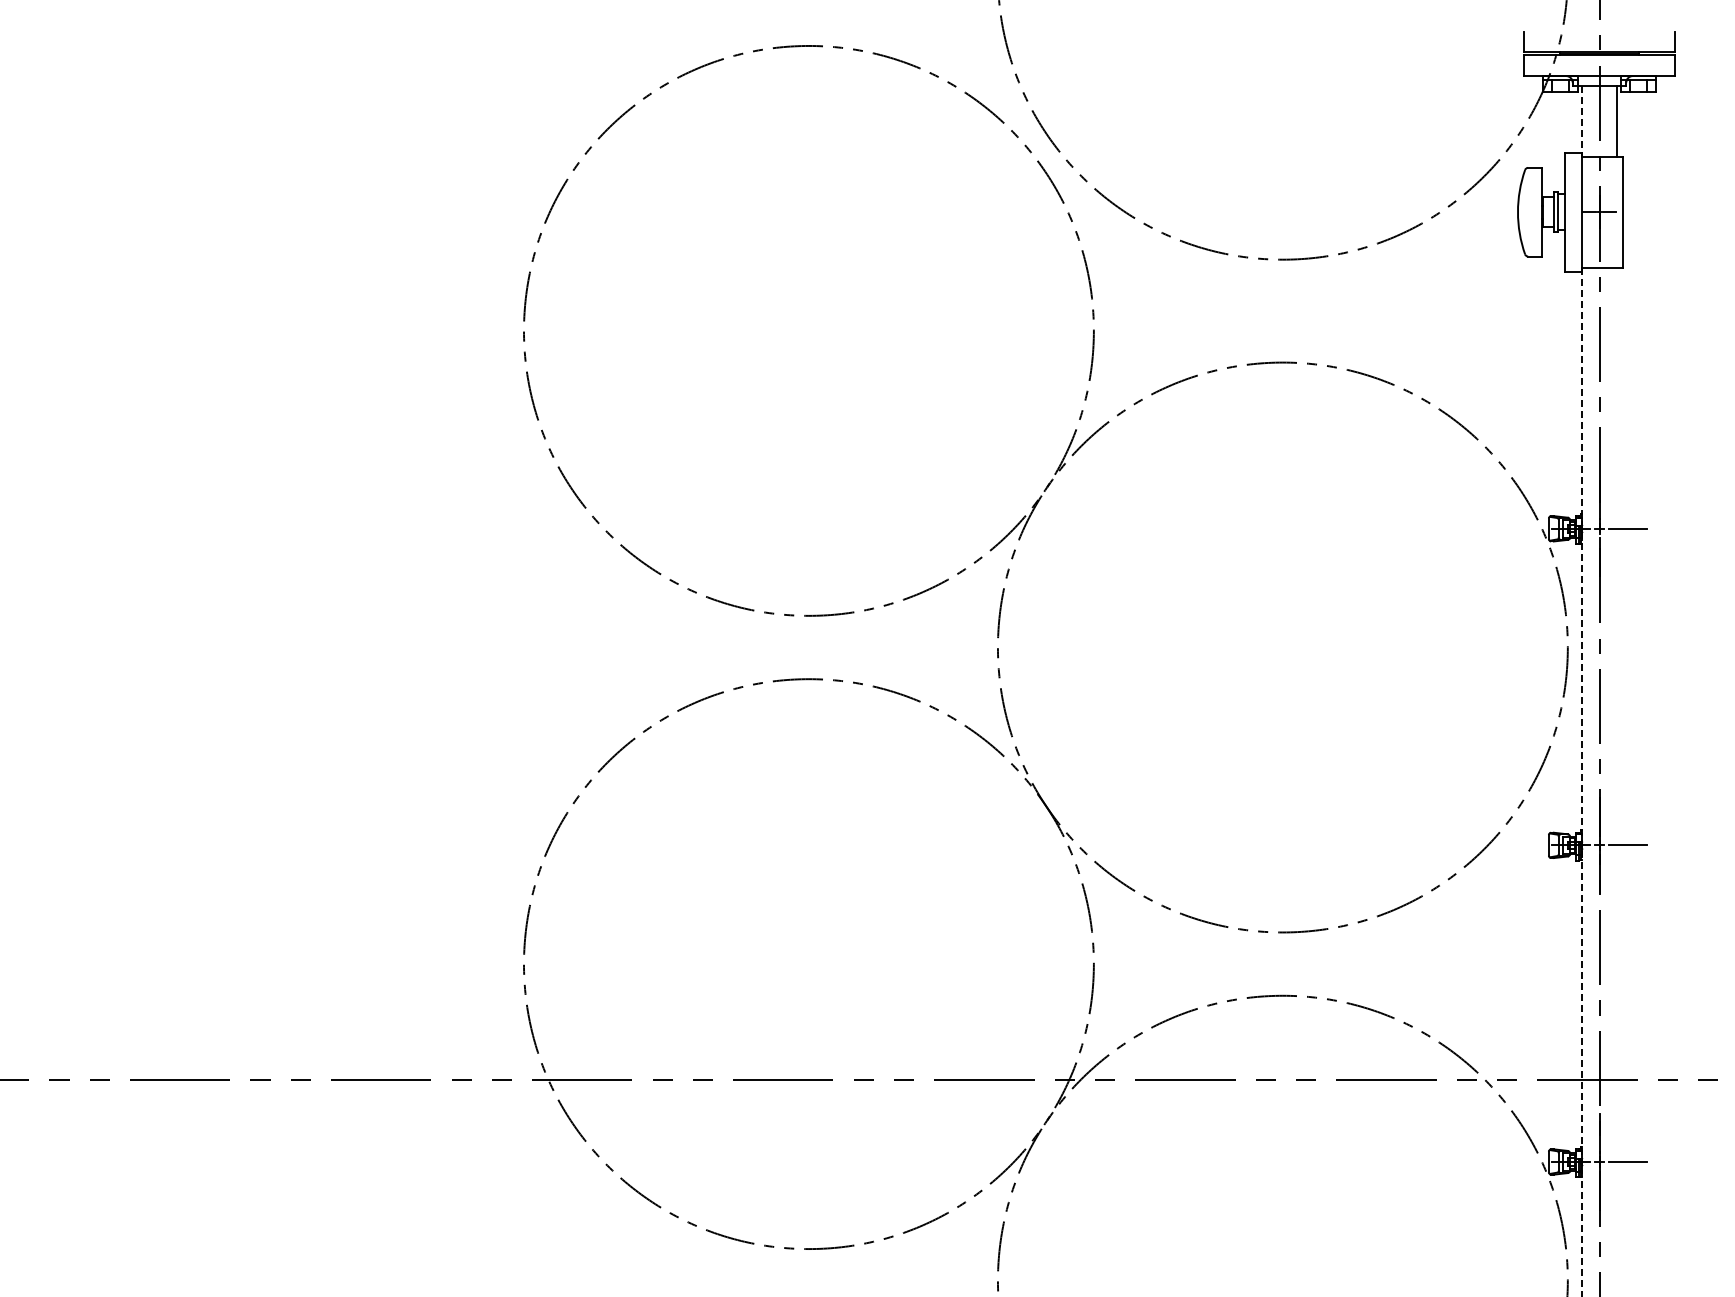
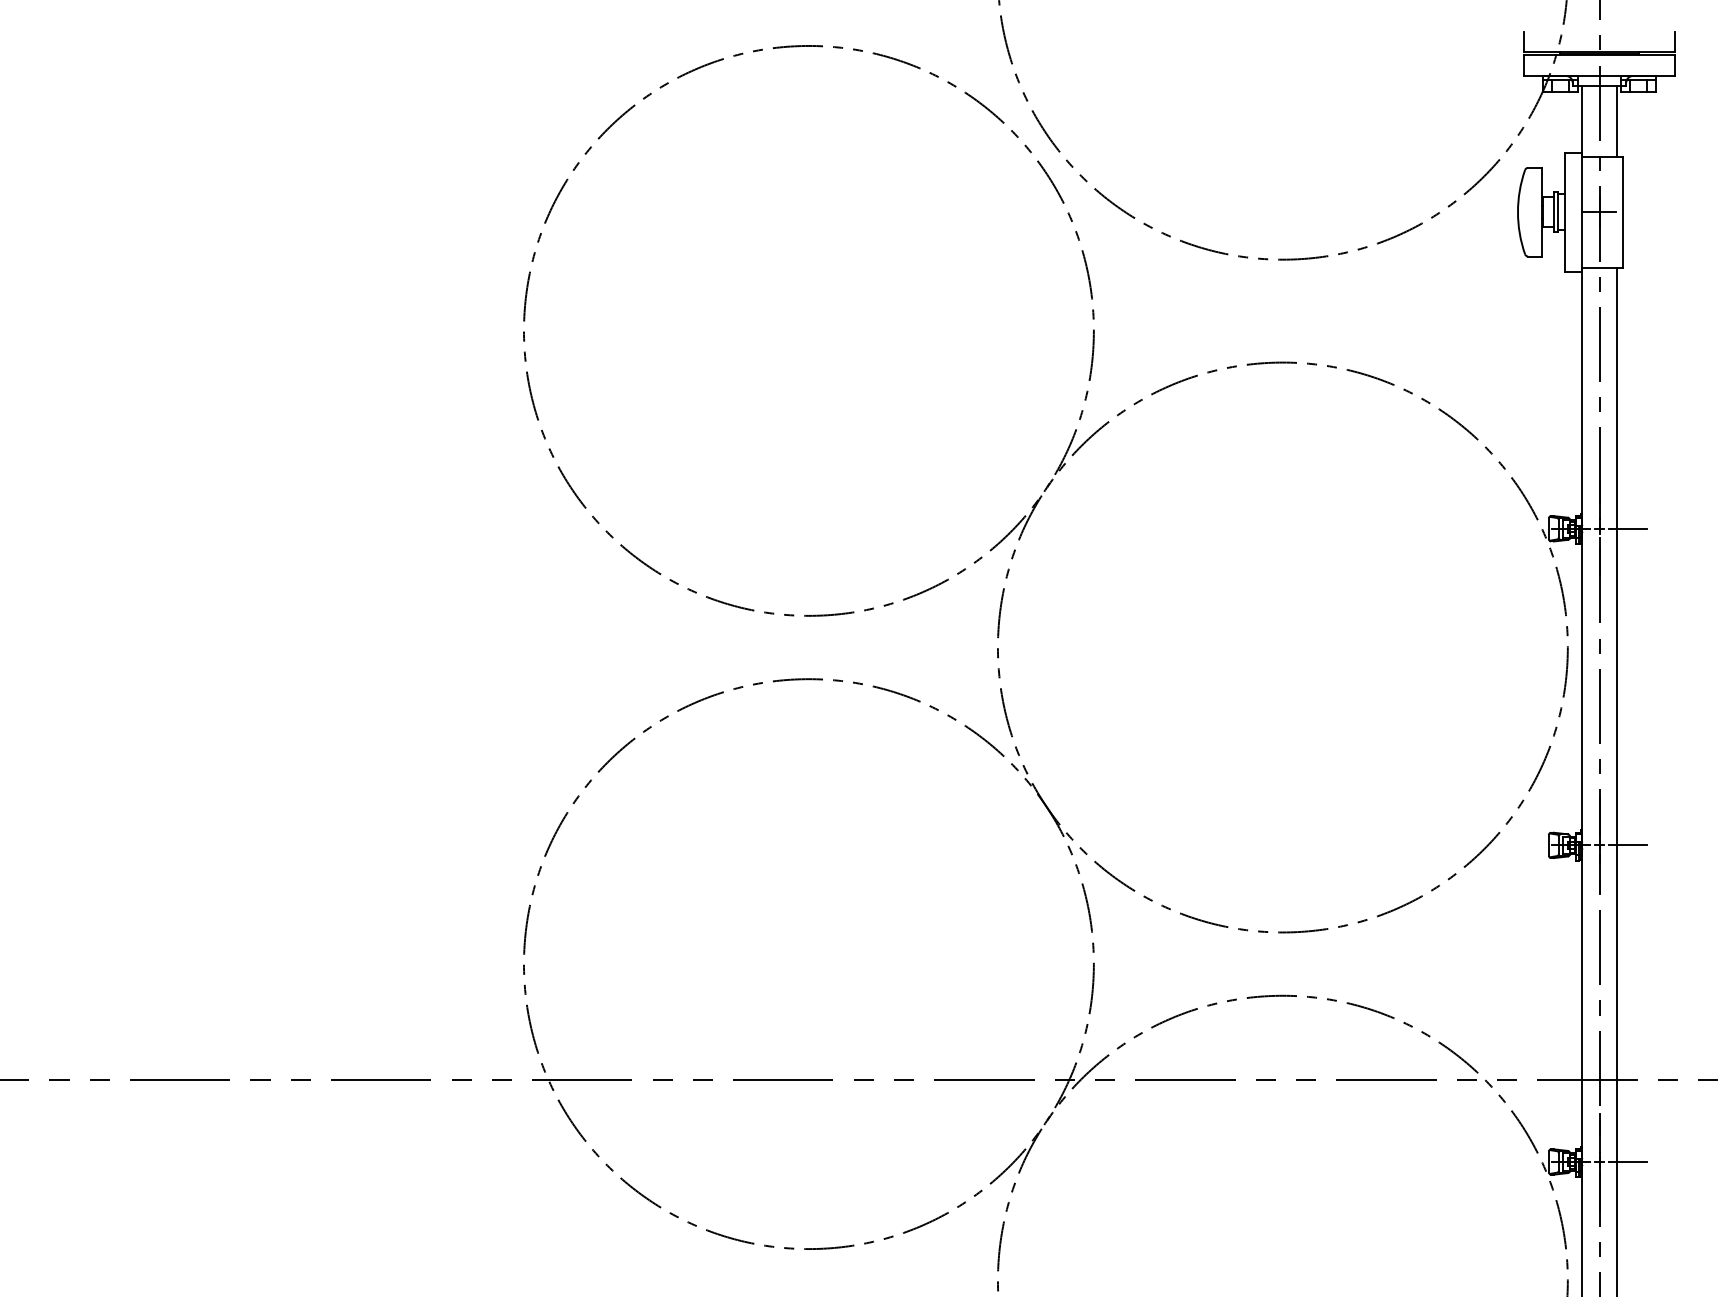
line at (1582, 121): dashed -> solid
line at (1616, 780): none -> present
line at (1582, 782): dashed -> solid
